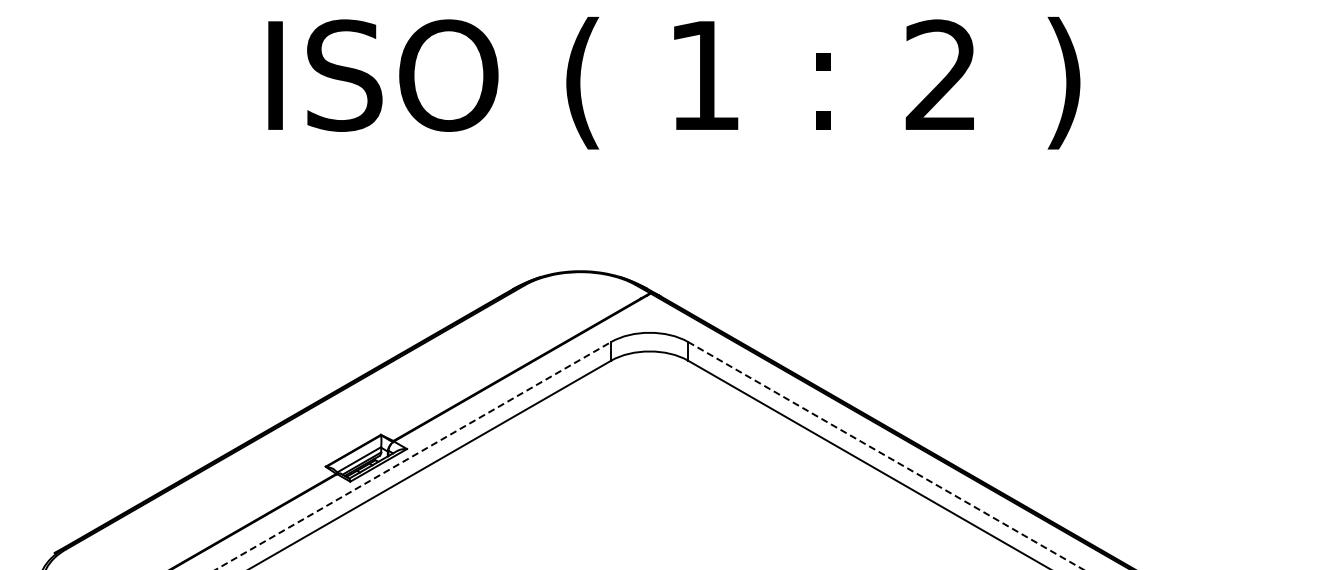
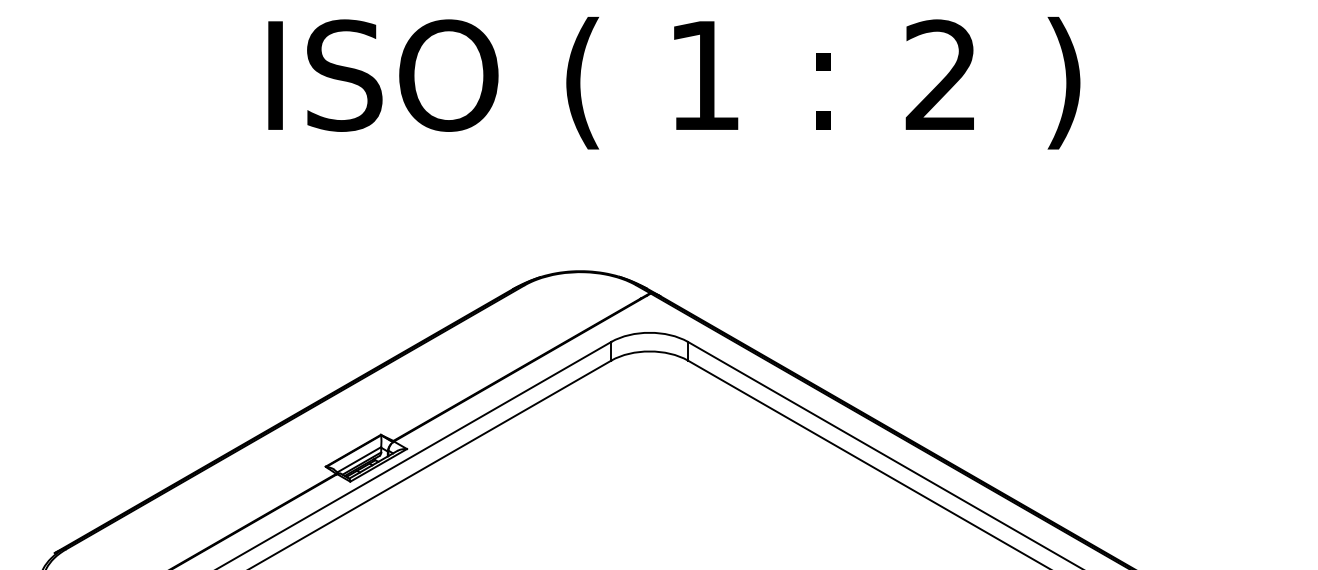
line at (413, 455): dashed -> solid
line at (886, 456): dashed -> solid
